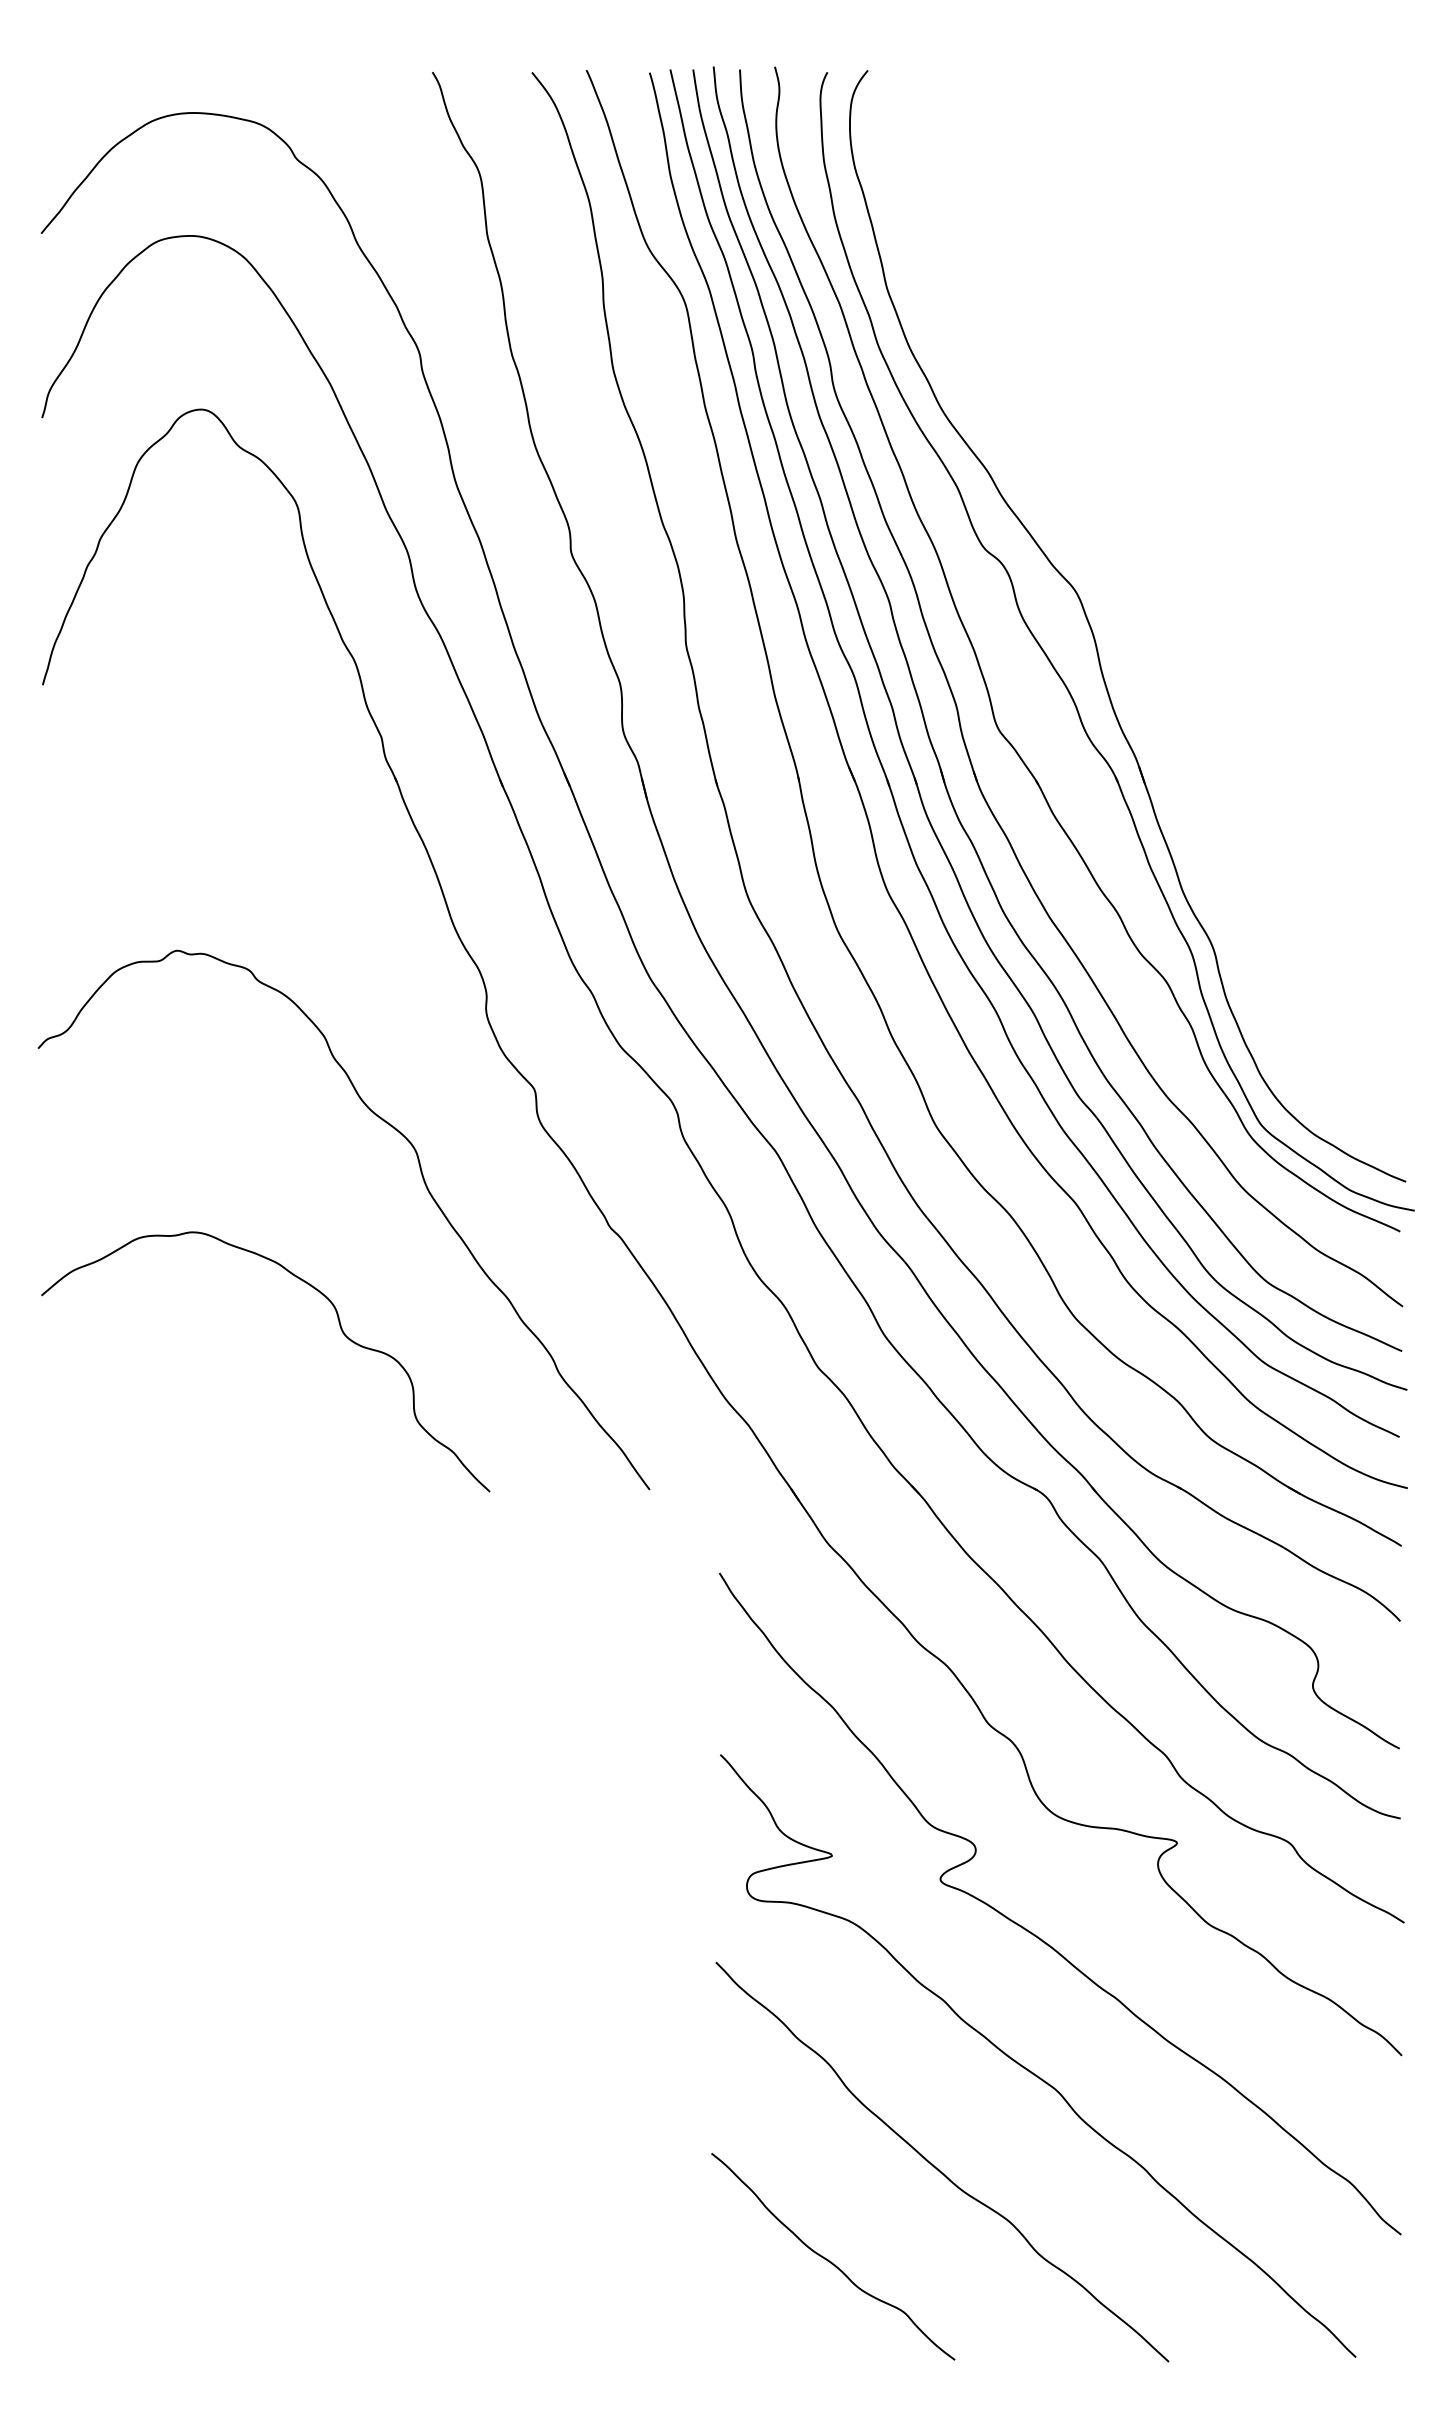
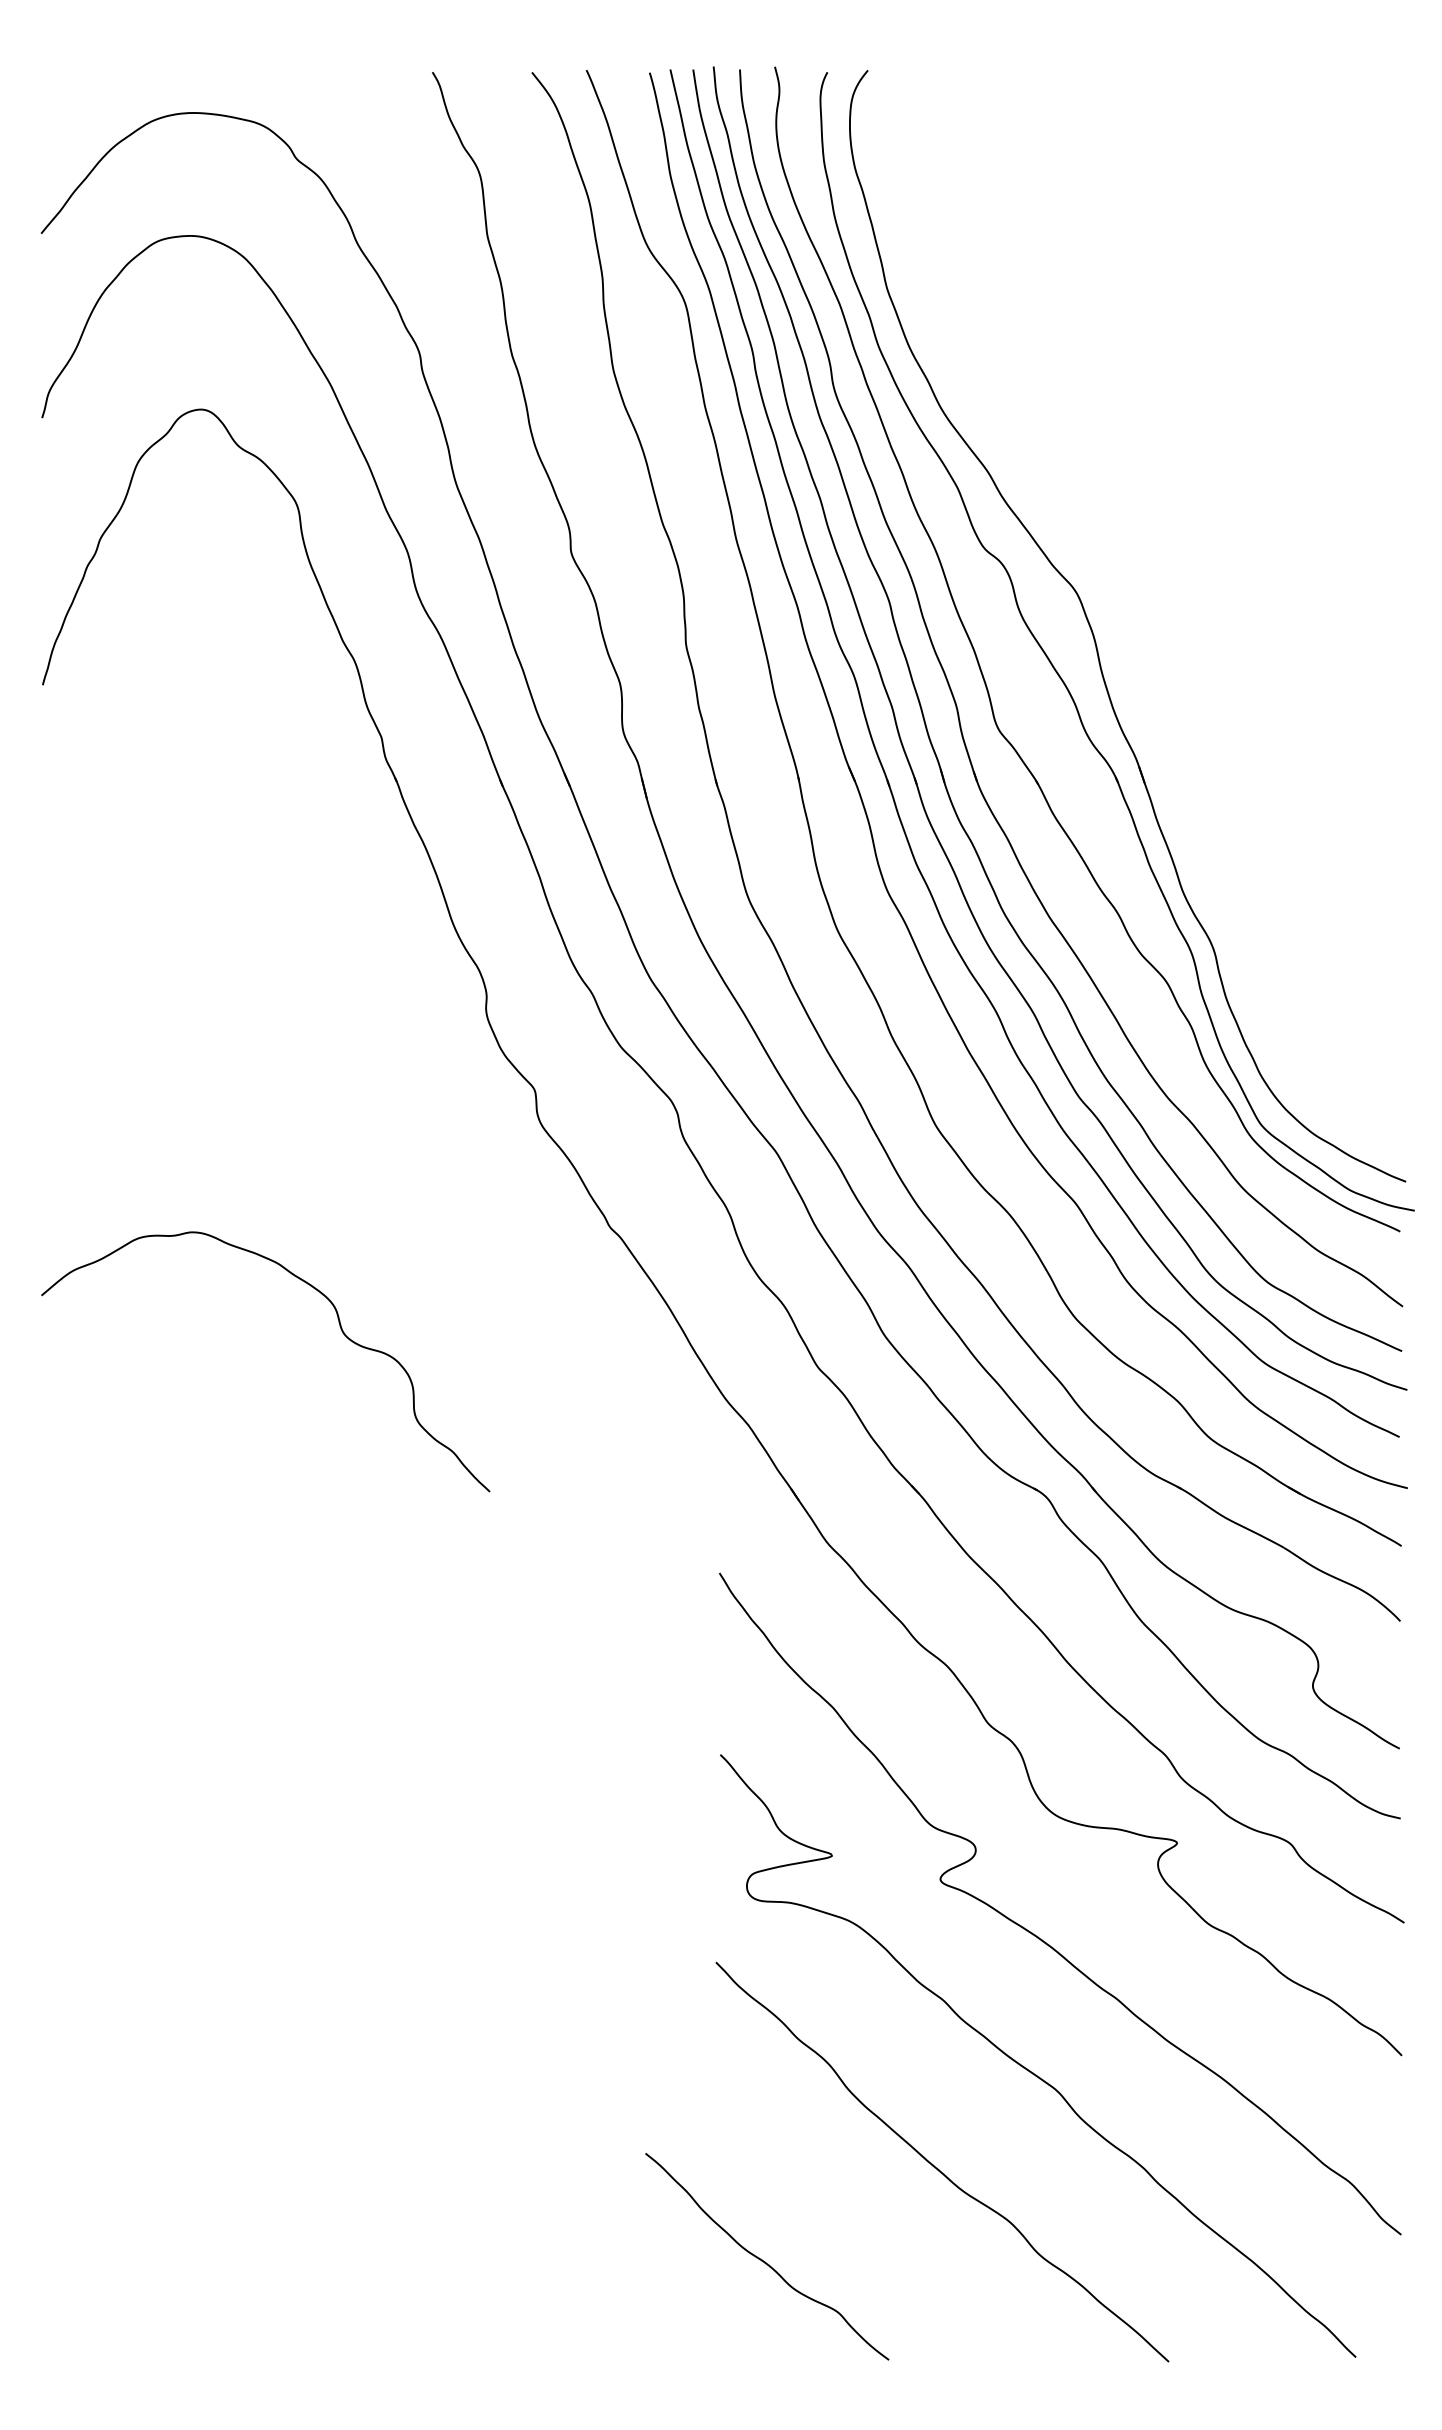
curve at (424, 1184): present -> none
curve at (831, 2261) position: (831, 2261) -> (765, 2261)
